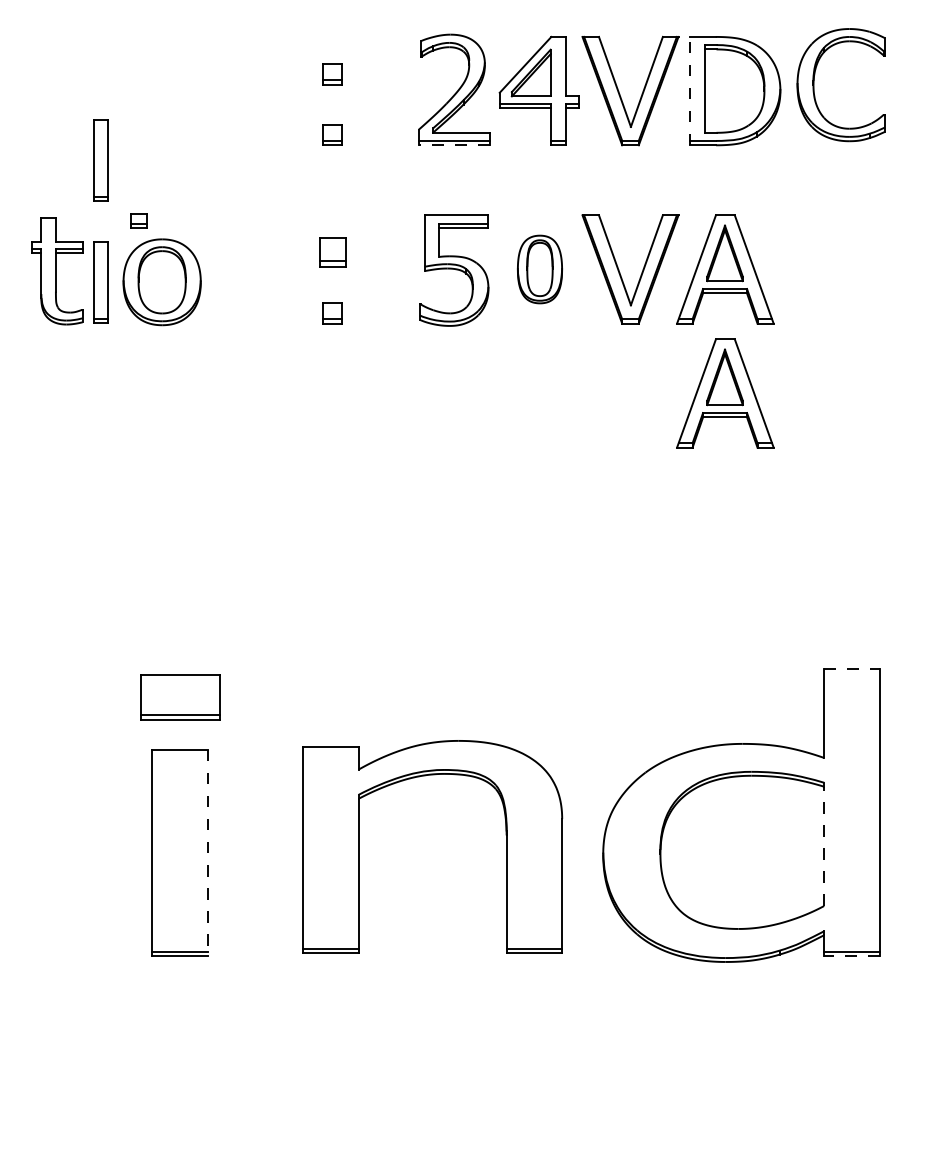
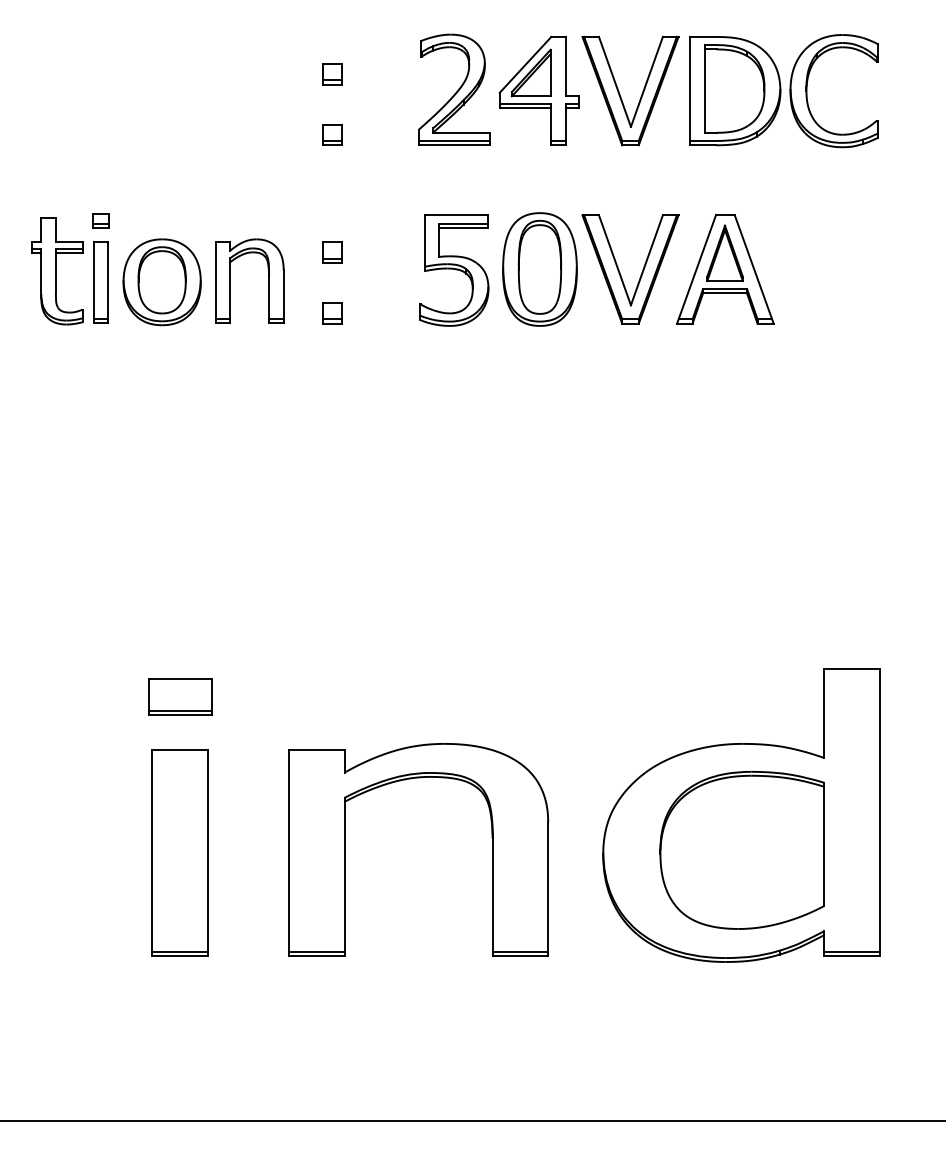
part at (814, 85) position: (814, 85) -> (807, 91)
line at (689, 90): dashed -> solid
line at (454, 145): dashed -> solid
part at (100, 160): present -> none
part at (138, 220) position: (138, 220) -> (100, 220)
part at (332, 252) size: 28x31 px -> 21x23 px
part at (539, 269) size: 46x71 px -> 76x115 px
part at (230, 280): none -> present
part at (725, 393): present -> none
line at (851, 668): dashed -> solid
part at (180, 697) size: 81x47 px -> 65x38 px
part at (419, 777) position: (419, 777) -> (405, 780)
line at (824, 846): dashed -> solid
line at (207, 853): dashed -> solid
line at (851, 956): dashed -> solid
line at (472, 1121): none -> present
